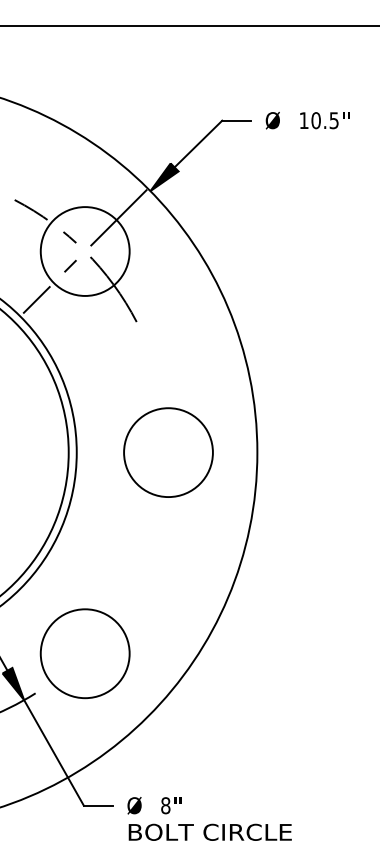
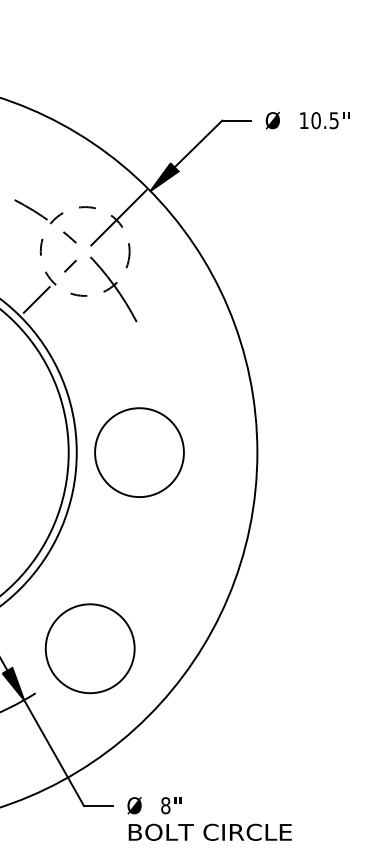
line at (189, 26): present -> none
circle at (84, 251): solid -> dashed
circle at (168, 452) position: (168, 452) -> (139, 452)
circle at (84, 653) position: (84, 653) -> (89, 648)
